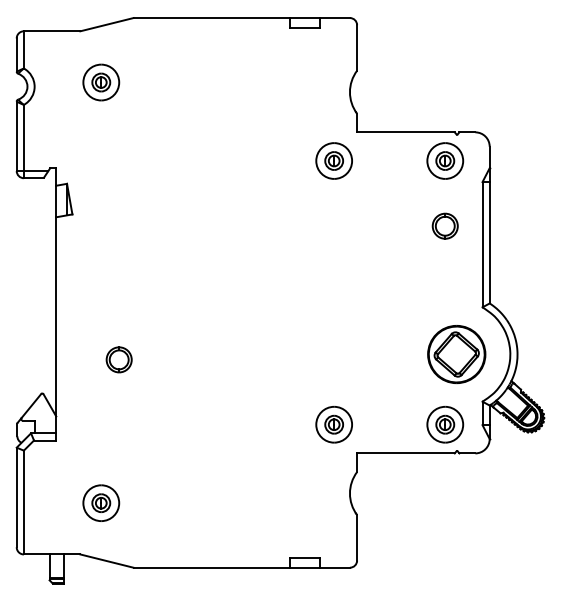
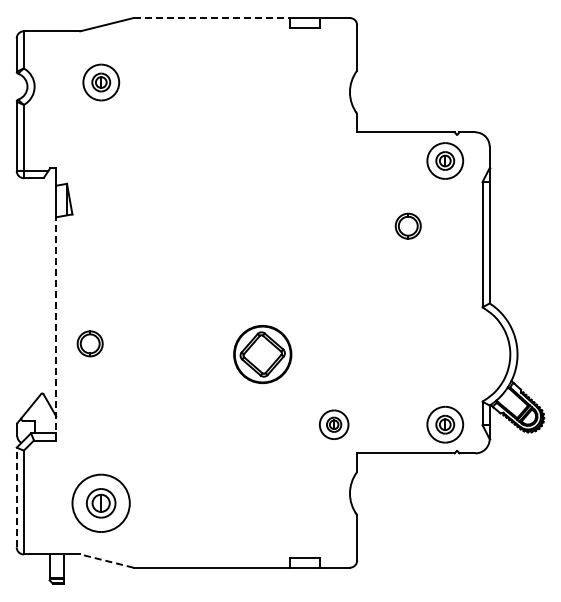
line at (212, 18): solid -> dashed
part at (333, 160): present -> none
part at (444, 225) position: (444, 225) -> (407, 225)
line at (56, 328): solid -> dashed
part at (456, 354) position: (456, 354) -> (262, 354)
part at (118, 359) position: (118, 359) -> (89, 343)
part at (333, 424) size: 38x38 px -> 31x31 px
line at (16, 497): solid -> dashed
part at (101, 502) size: 39x38 px -> 60x60 px
line at (106, 560): solid -> dashed
